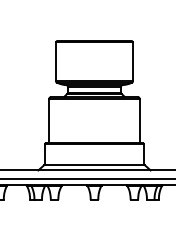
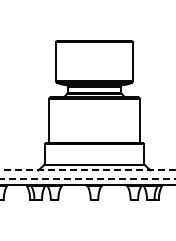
line at (87, 170): solid -> dashed
line at (87, 179): solid -> dashed
